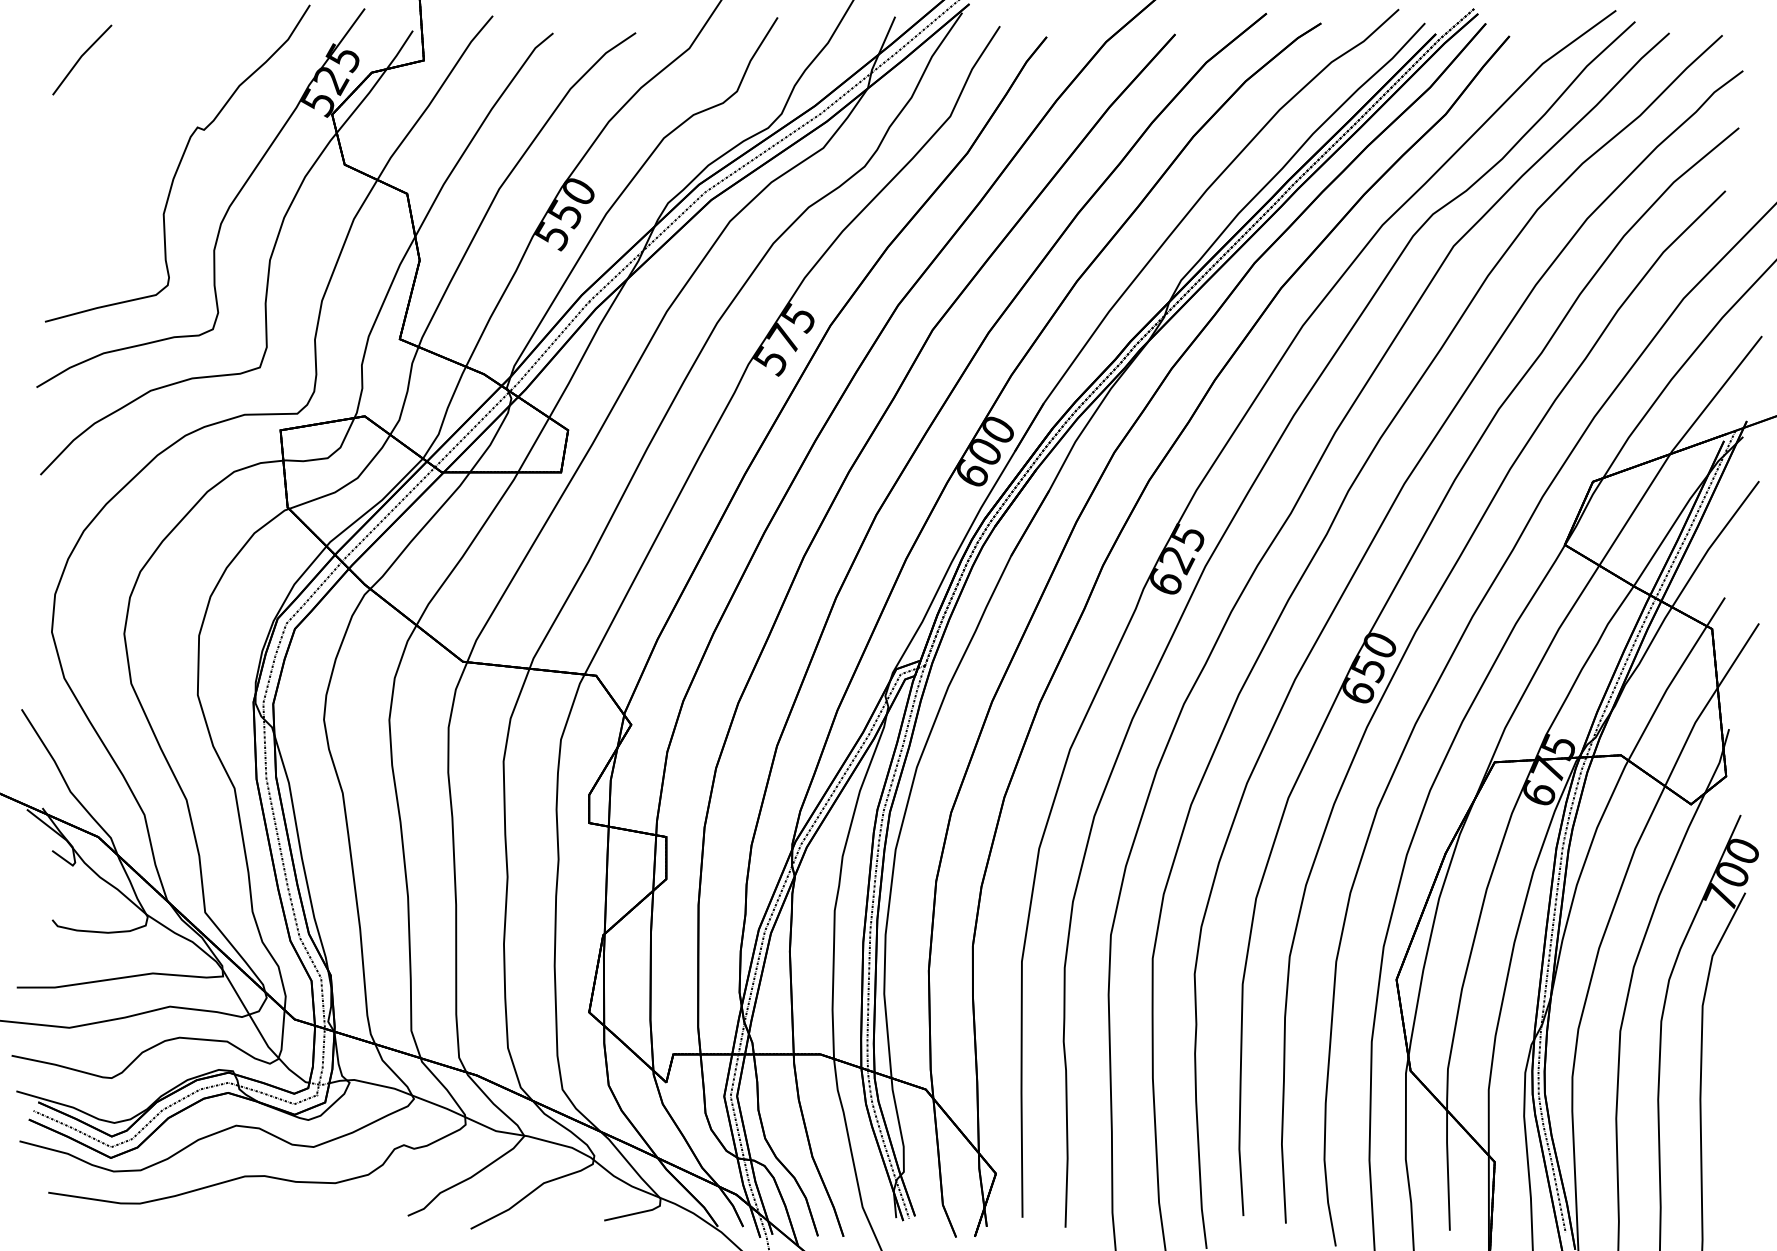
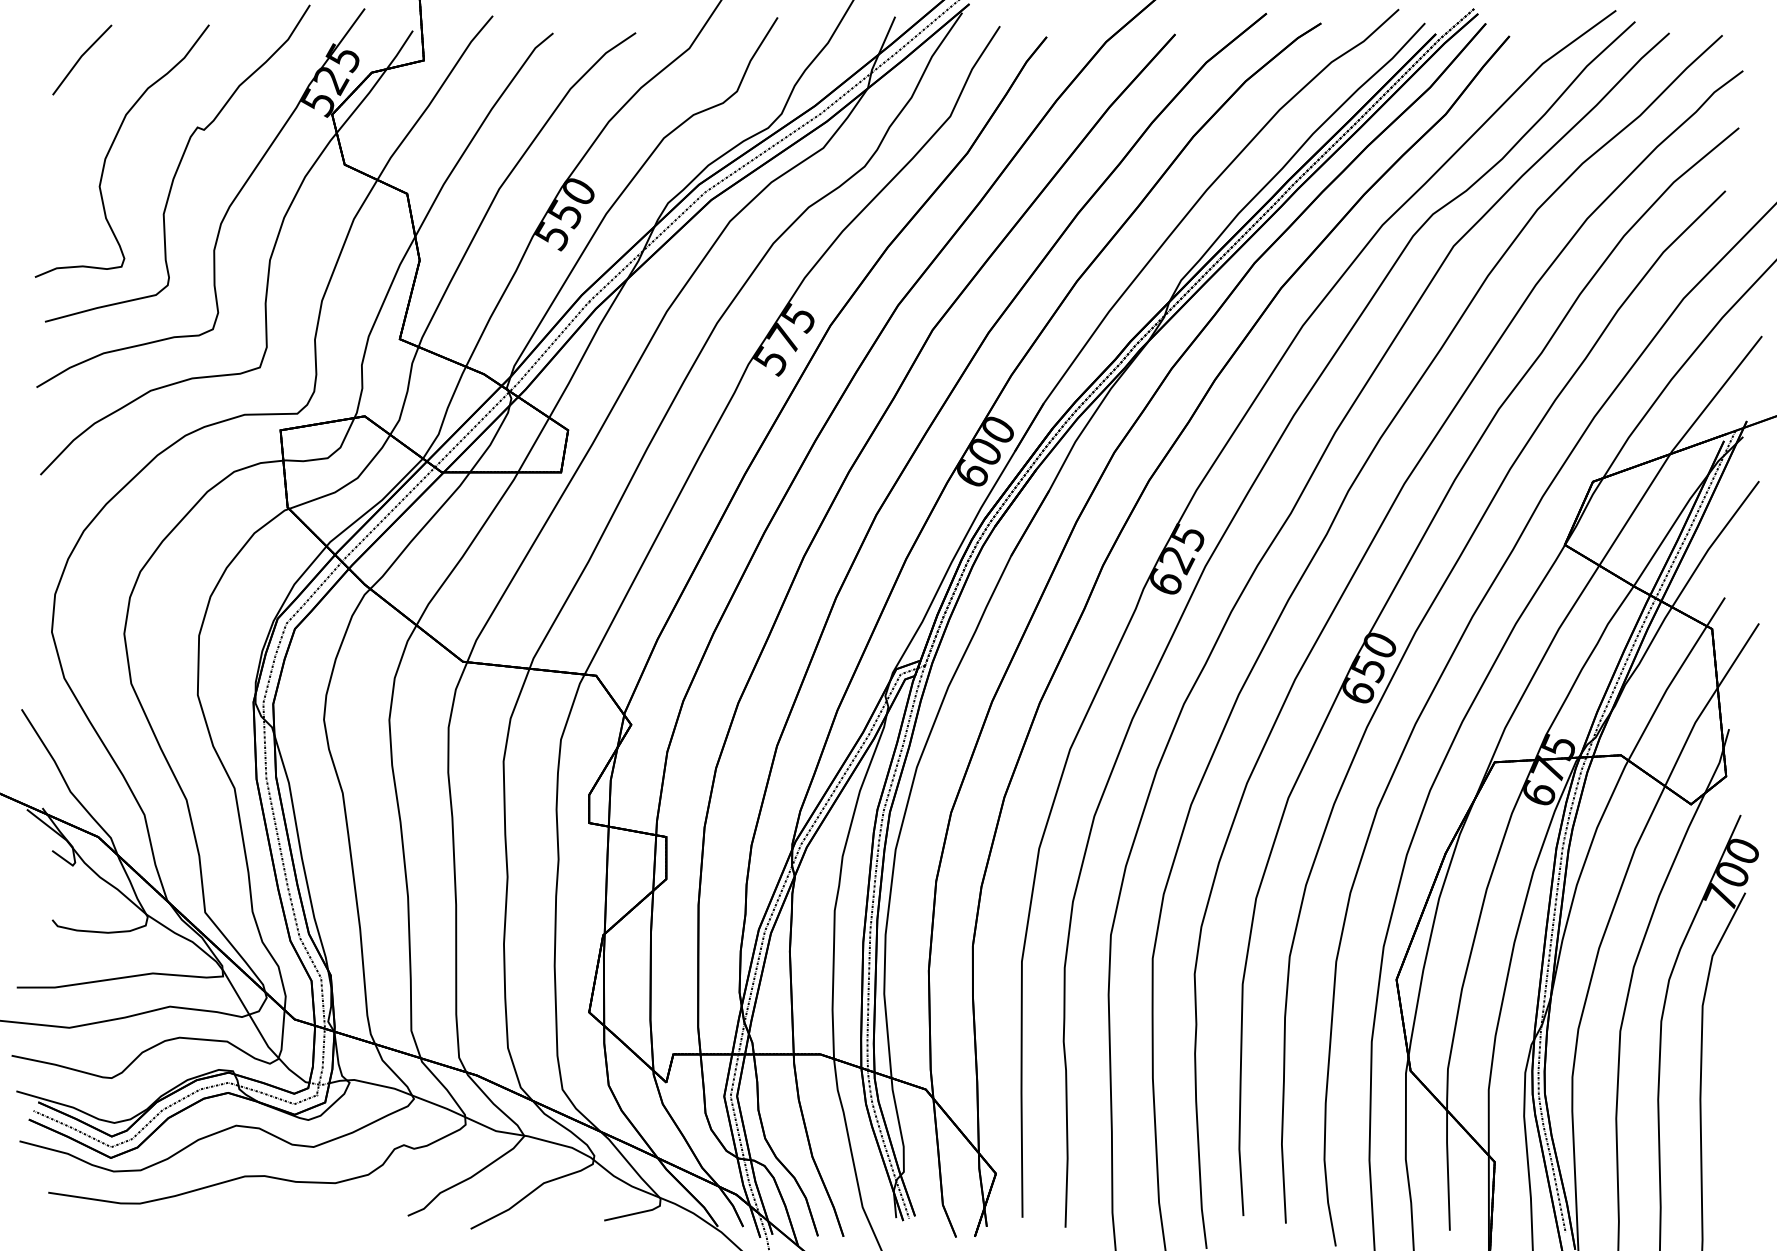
part at (112, 146): none -> present
